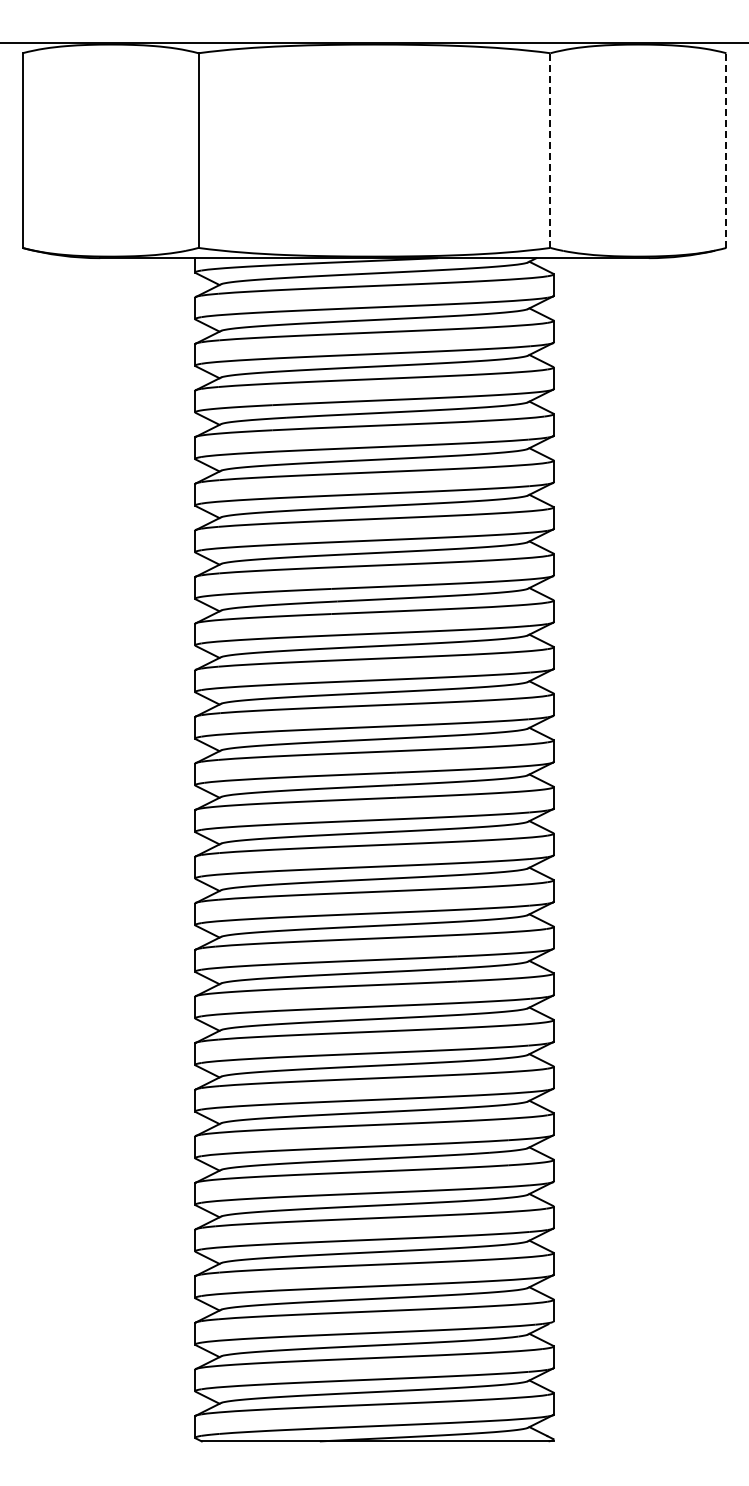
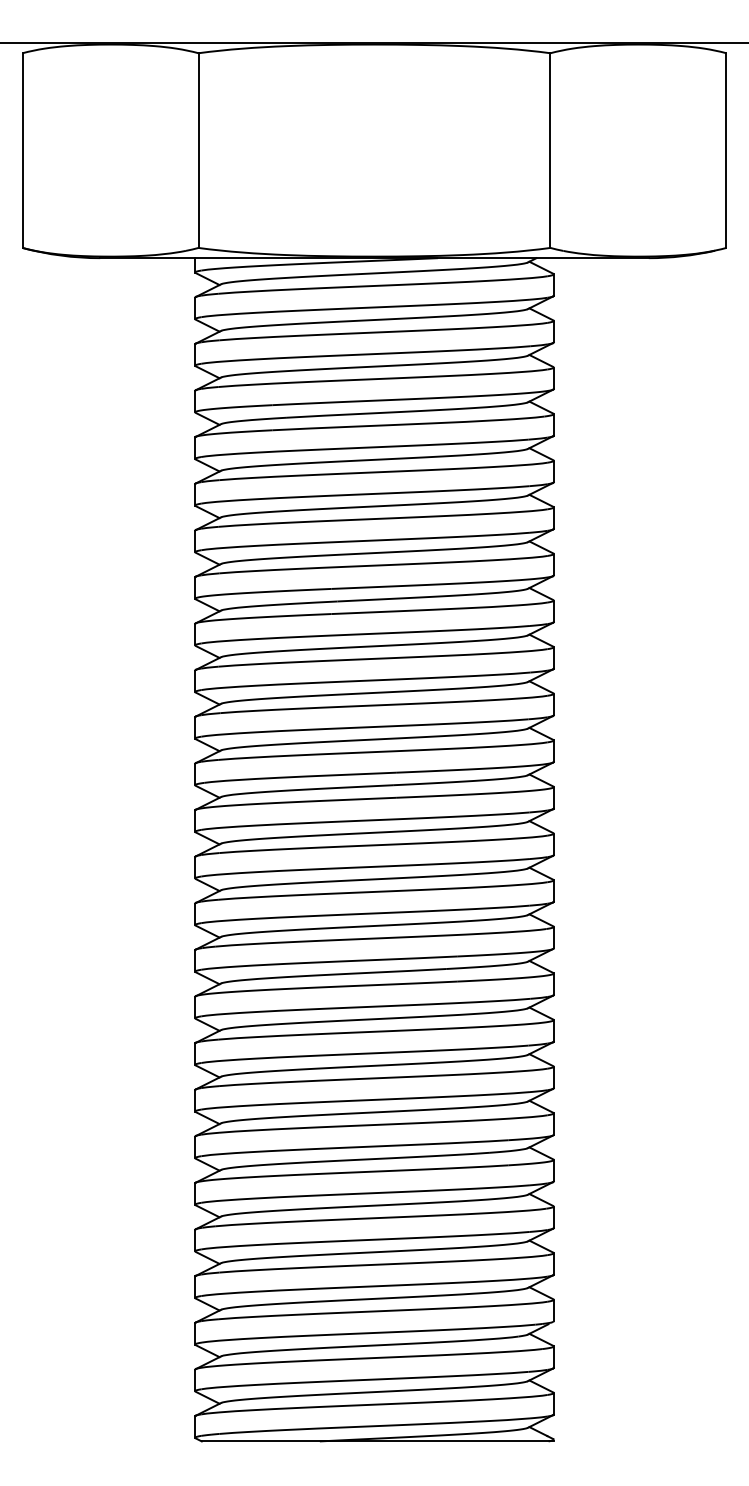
line at (550, 150): dashed -> solid
line at (726, 150): dashed -> solid
